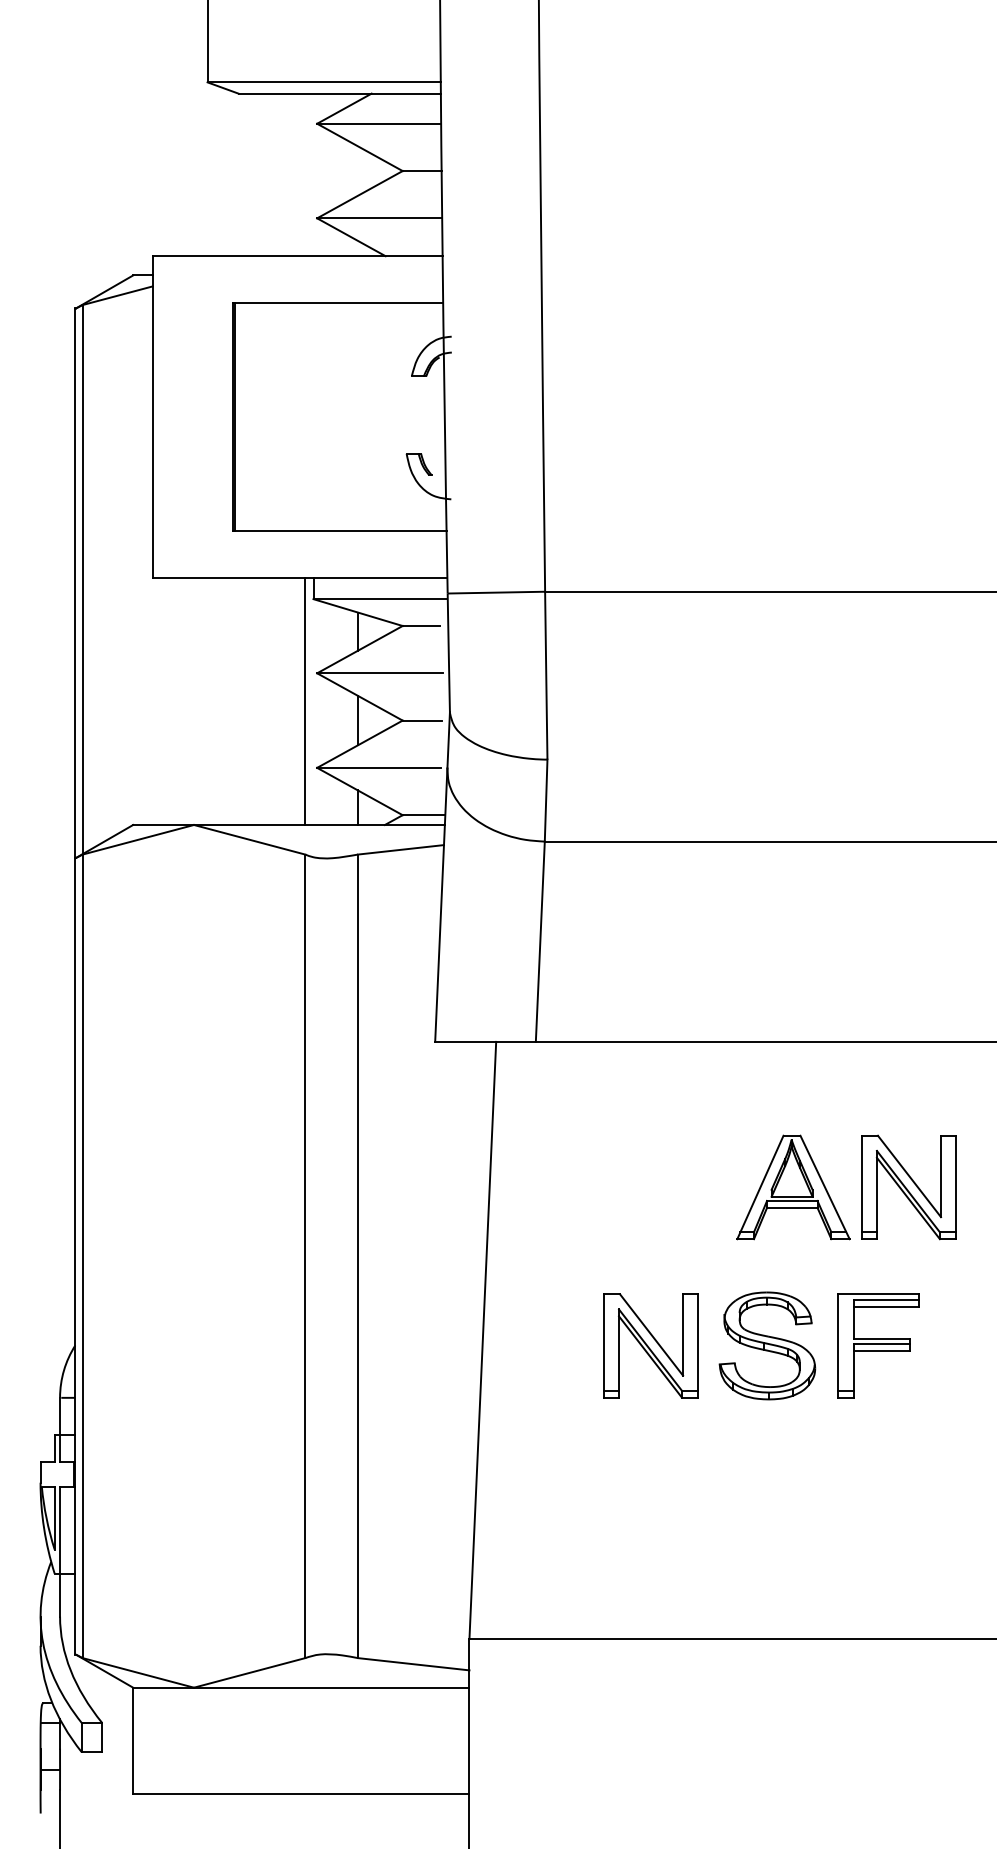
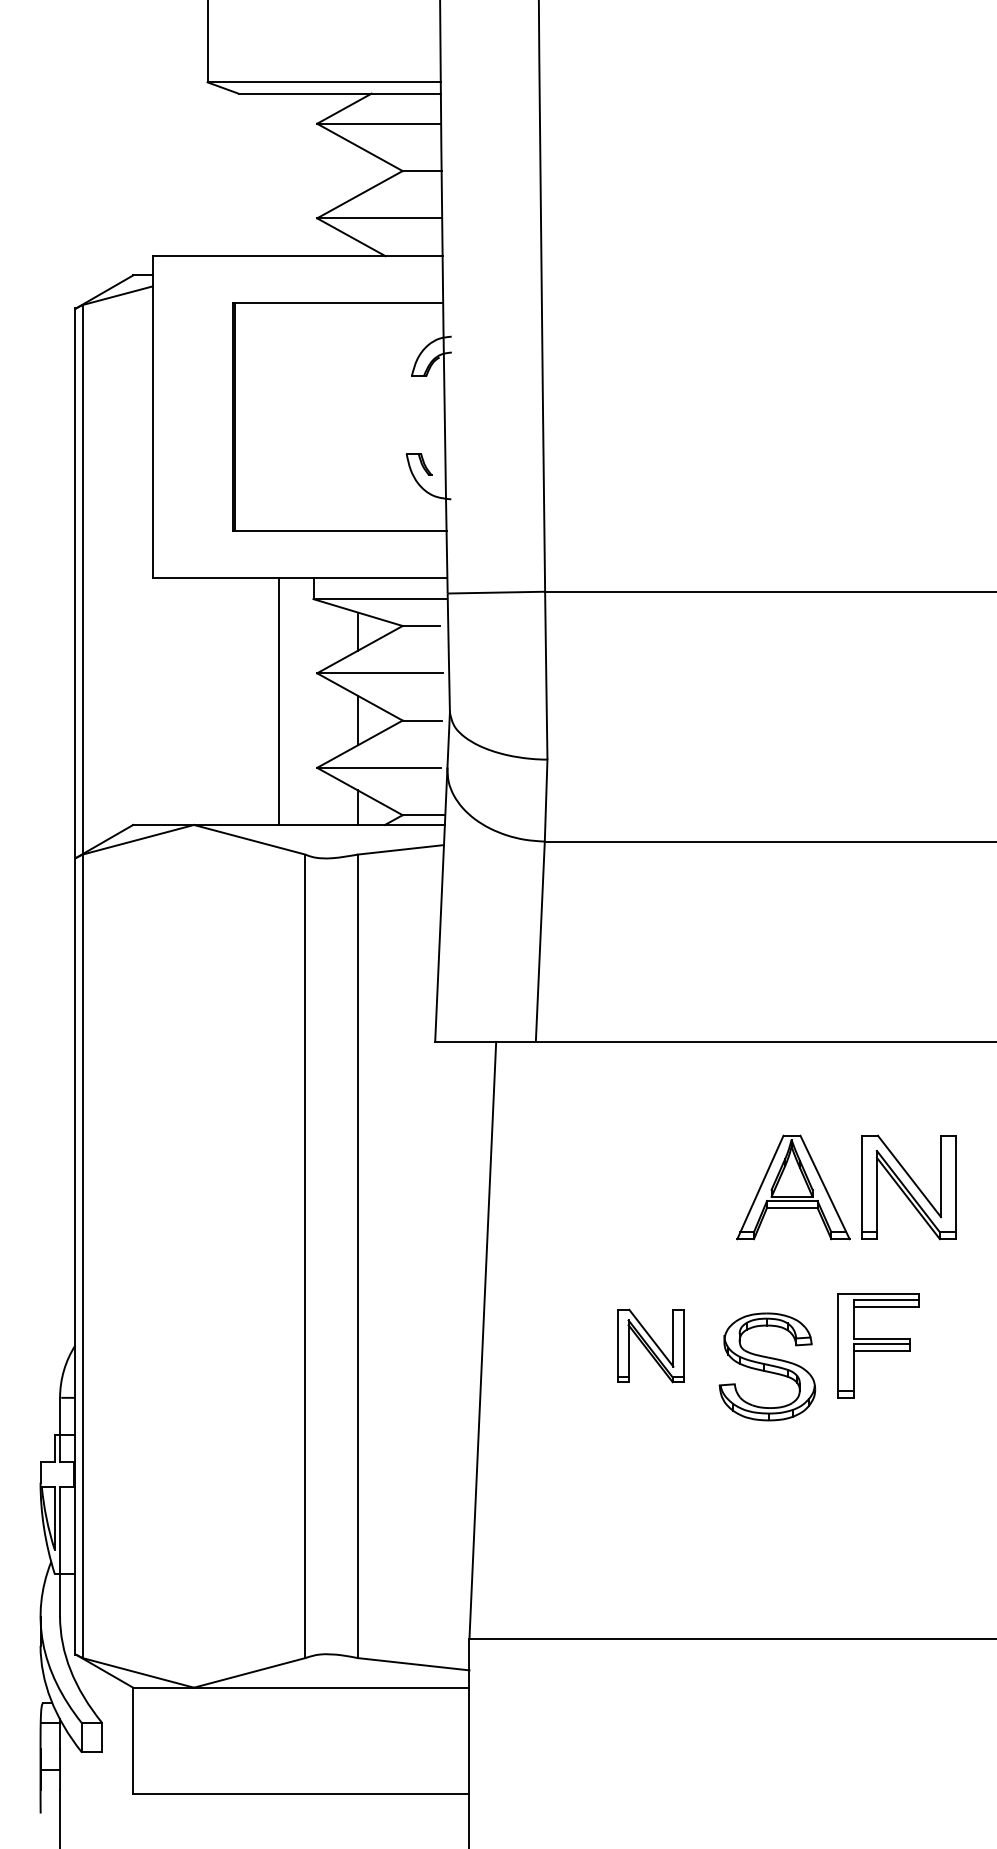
line at (305, 701) position: (305, 701) -> (279, 701)
part at (650, 1345) size: 96x106 px -> 68x76 px
part at (767, 1345) position: (767, 1345) -> (767, 1366)
